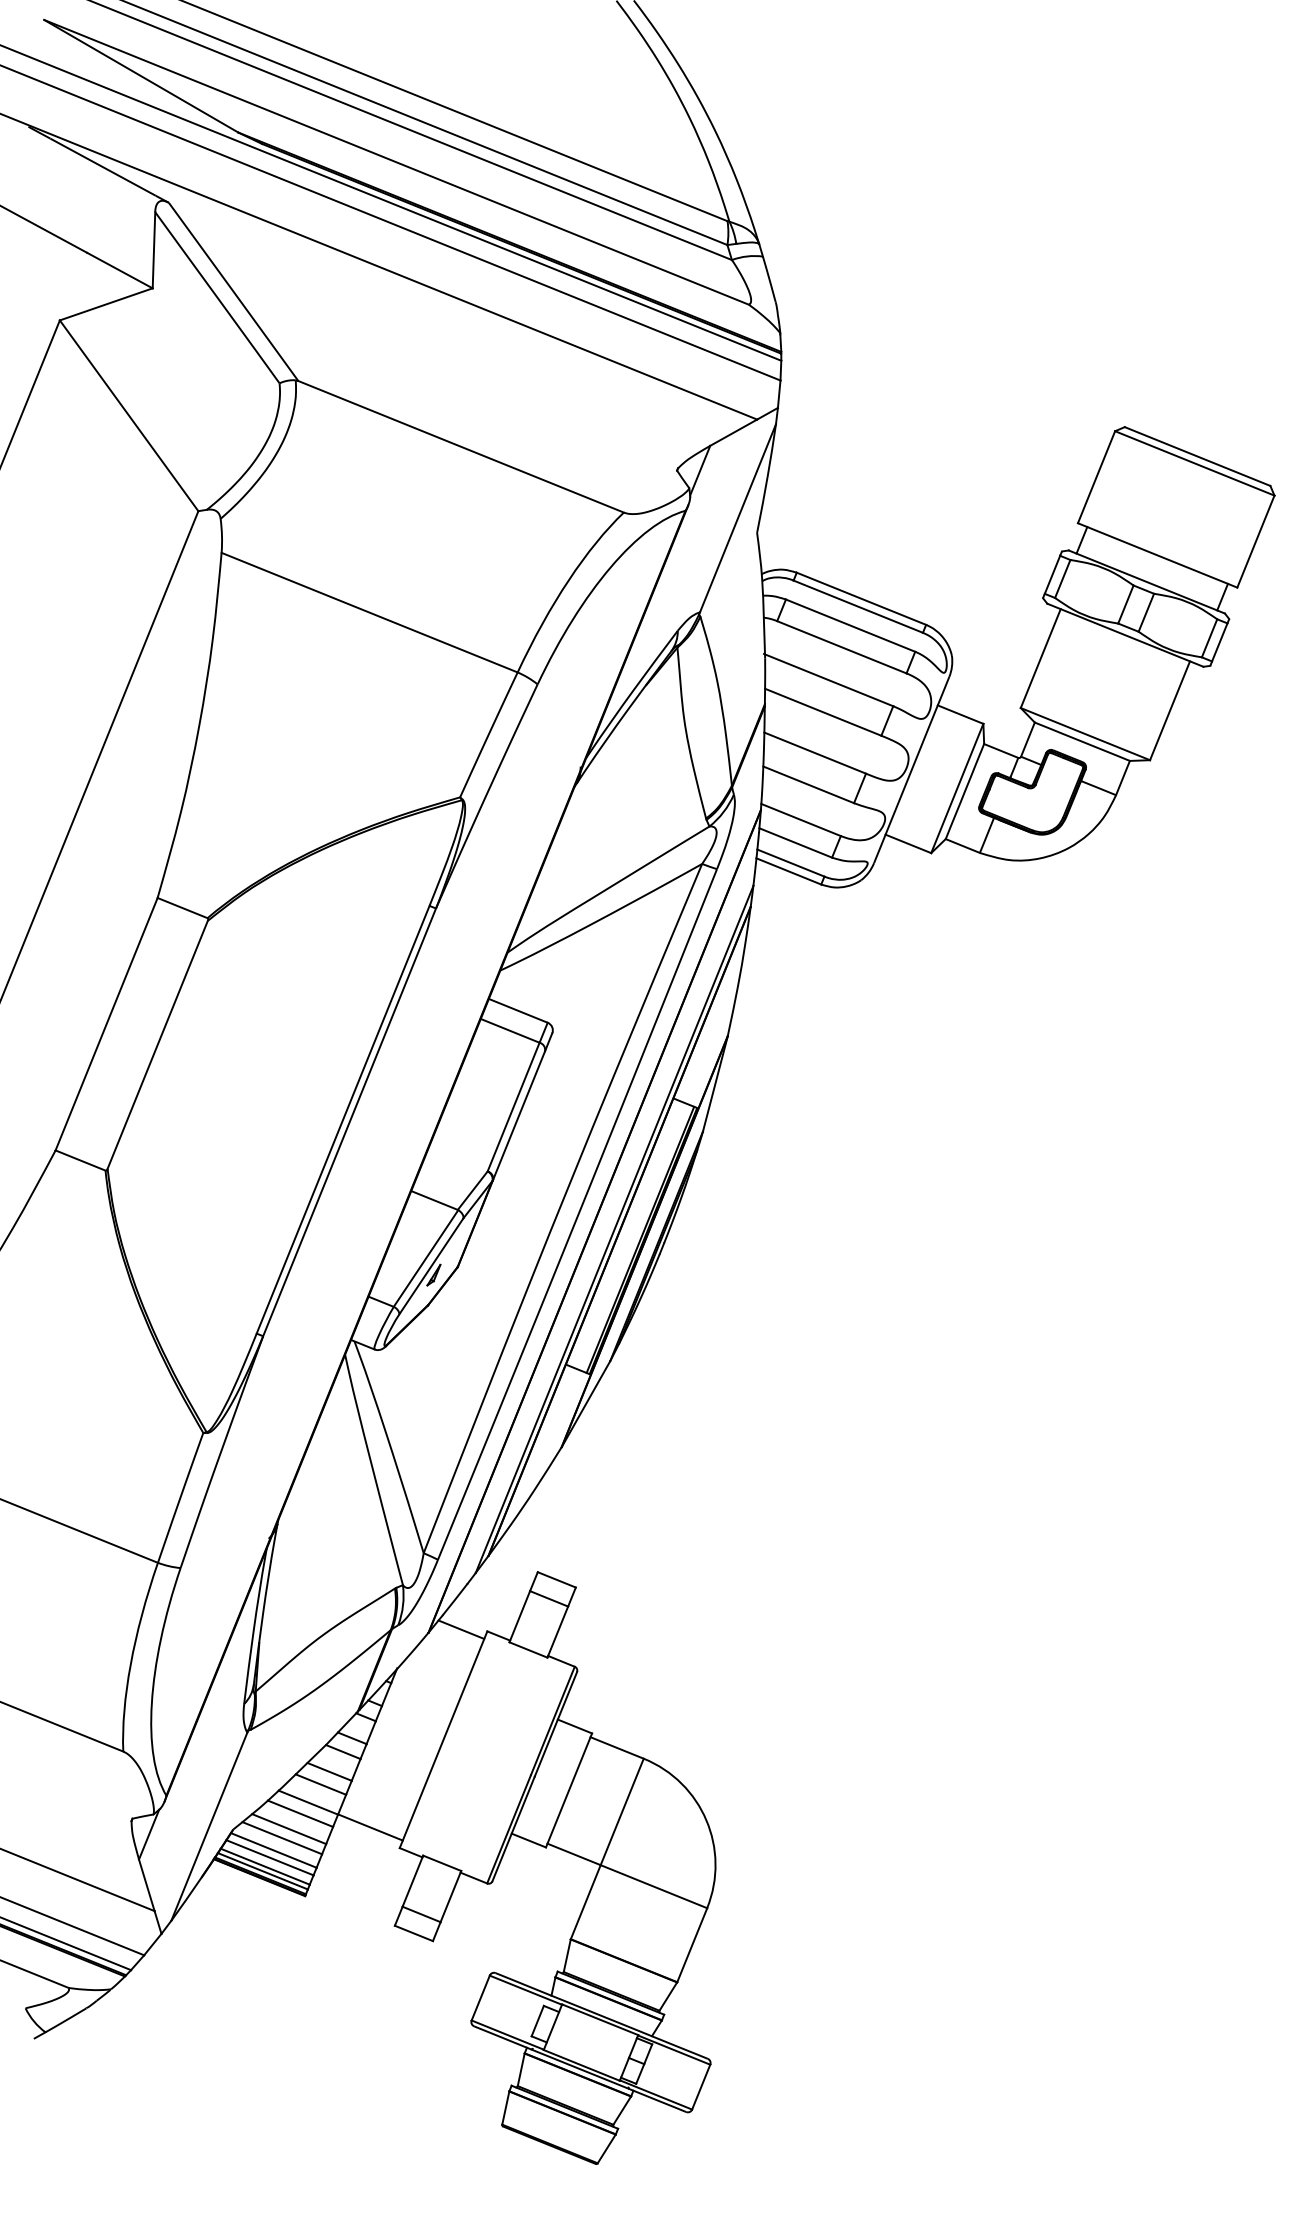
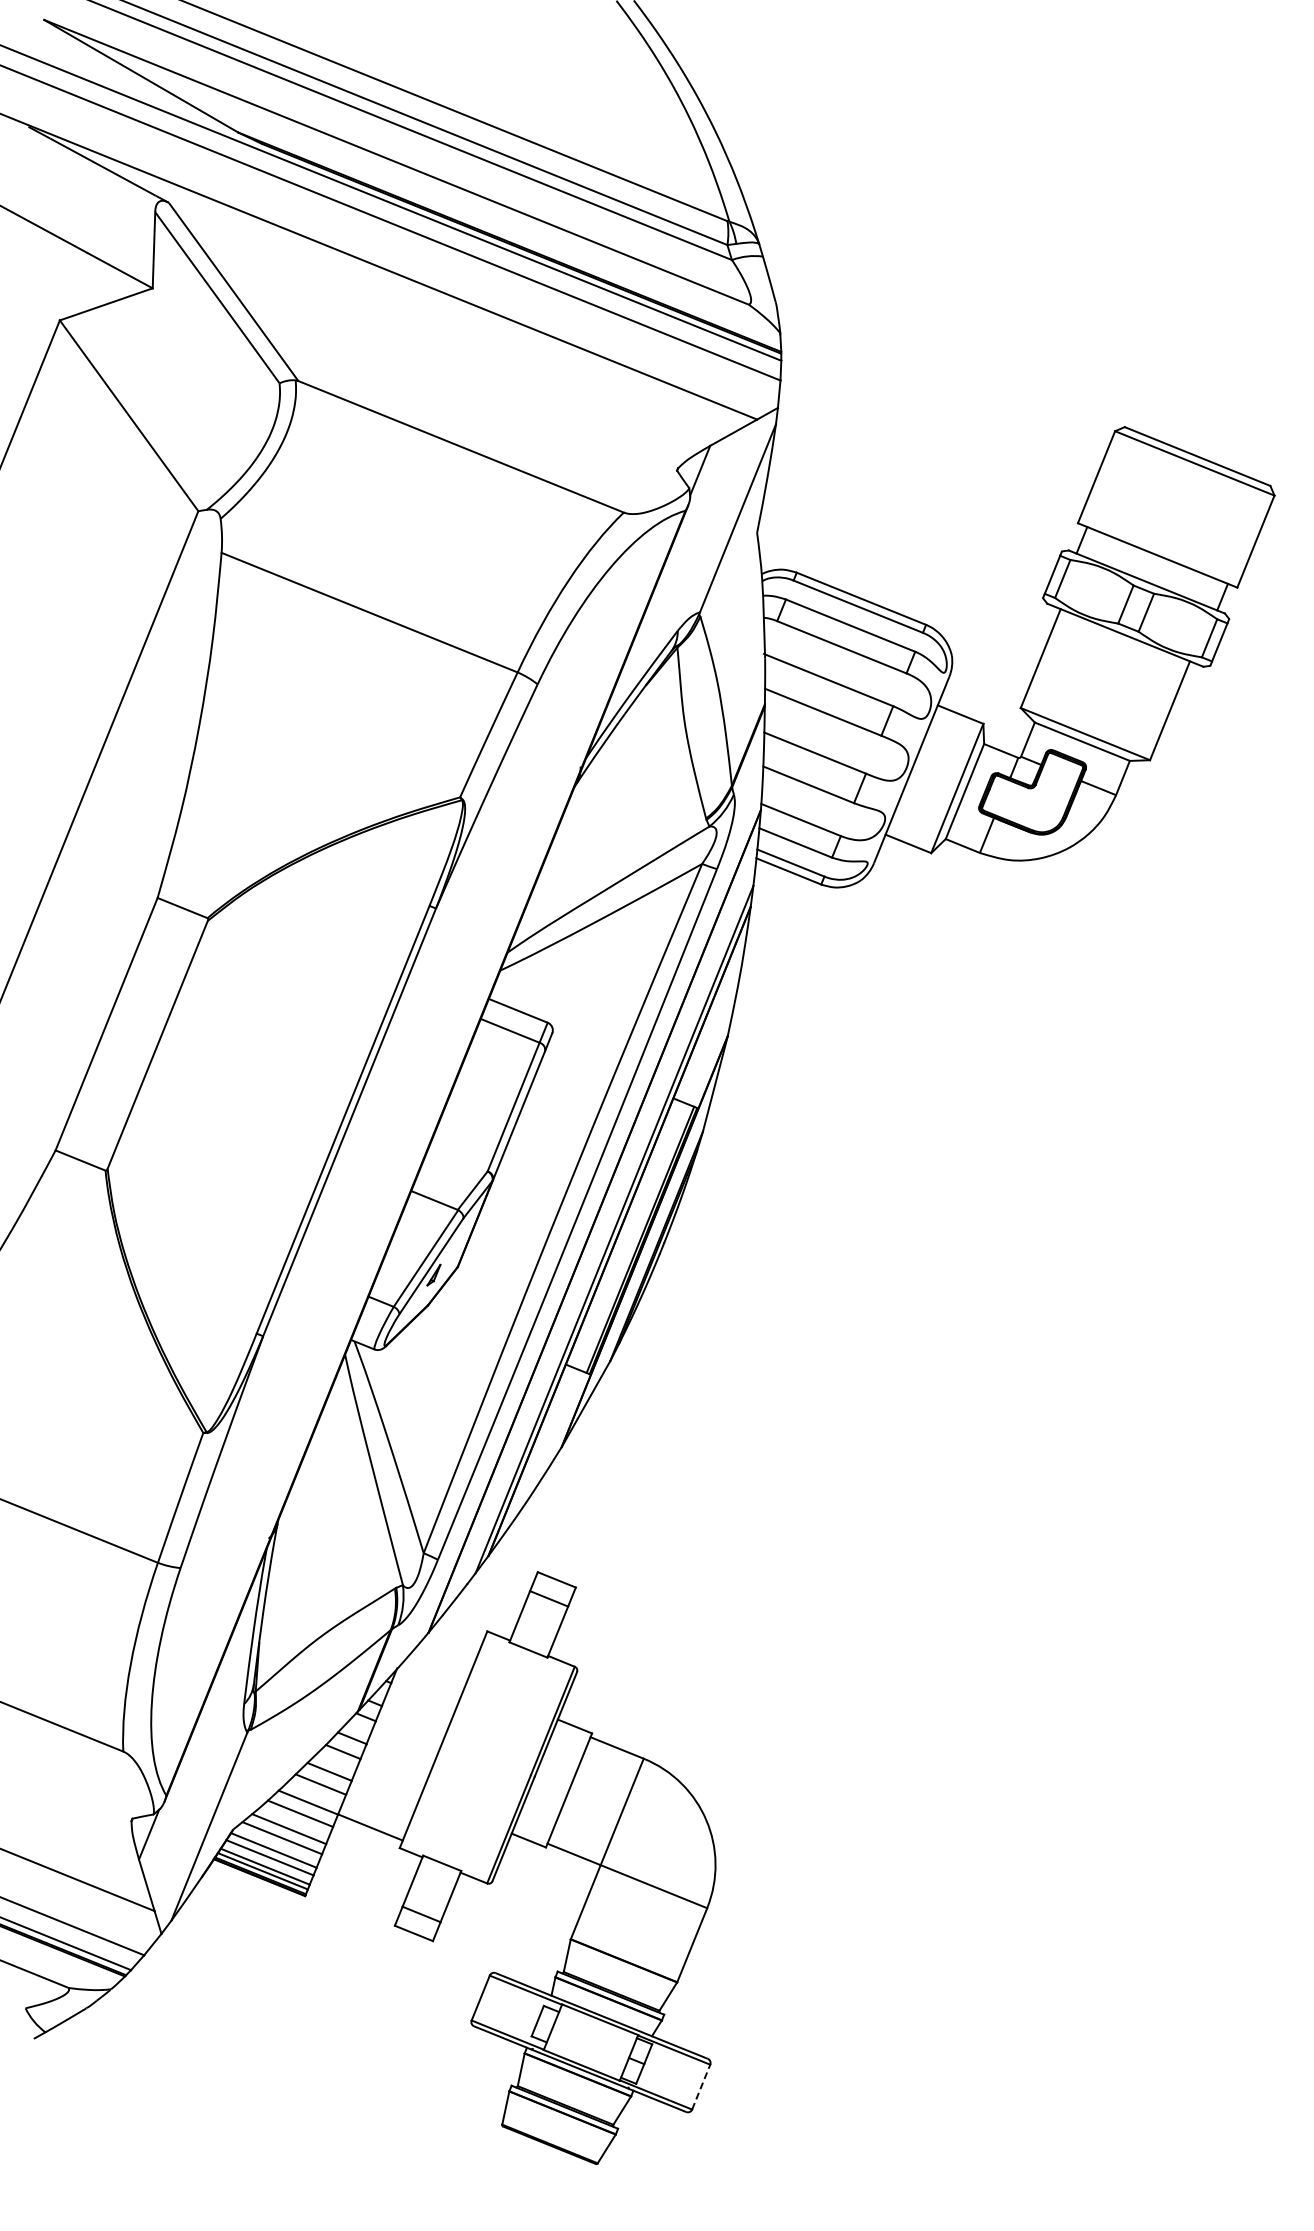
line at (461, 1629): present -> none
line at (701, 2086): solid -> dashed
